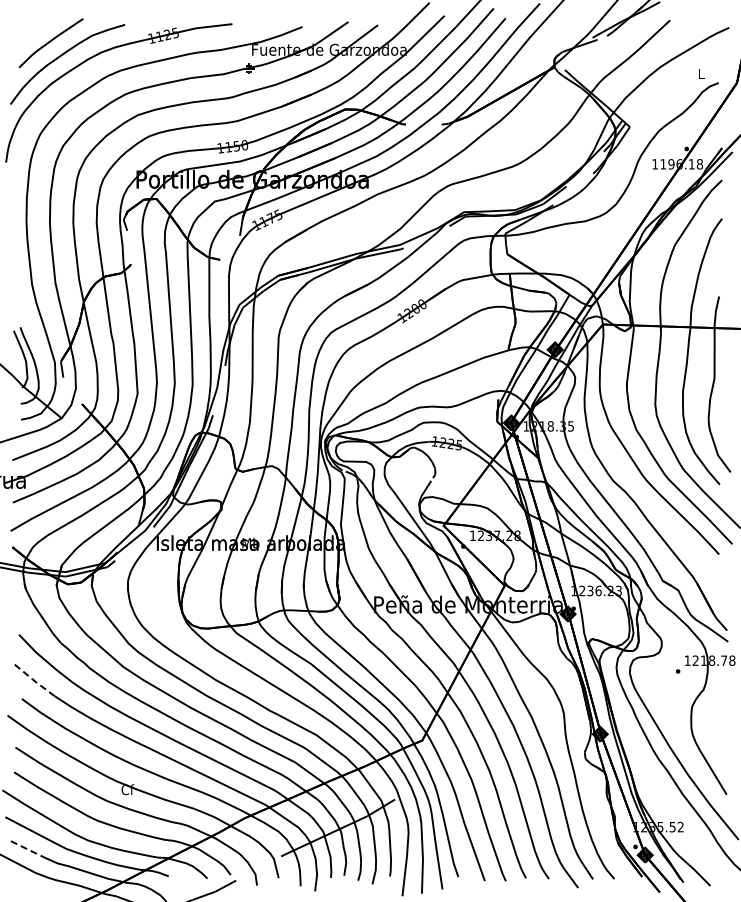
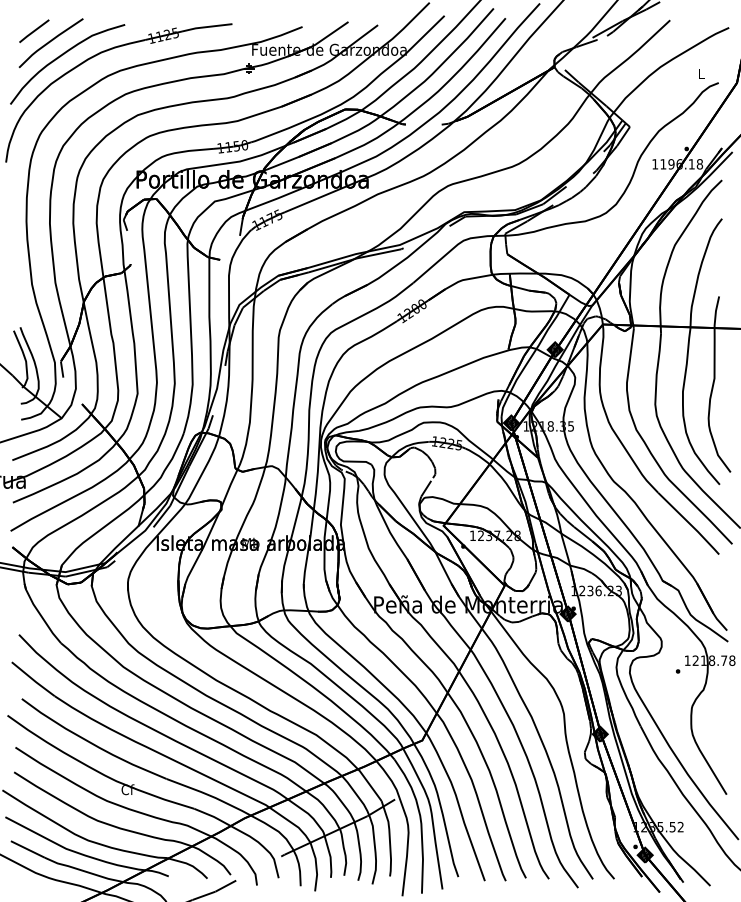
line at (34, 30): none -> present
line at (33, 679): dashed -> solid
line at (27, 849): dashed -> solid
